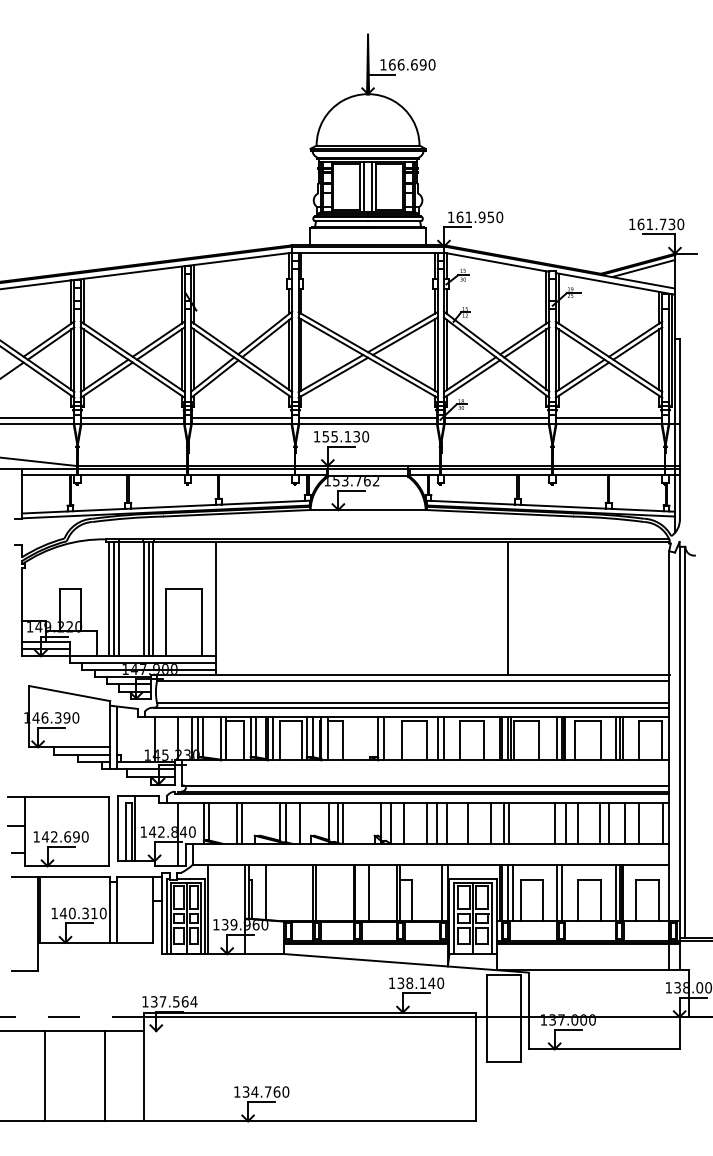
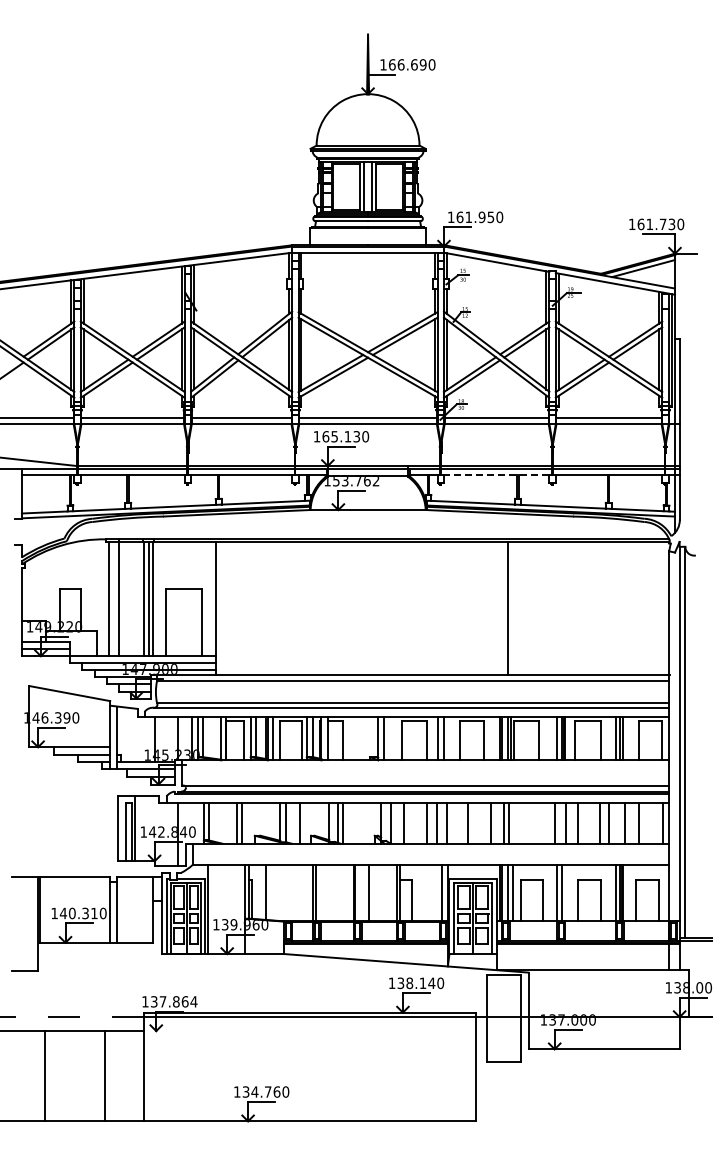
text at (325, 436): 155.130 -> 165.130
line at (496, 475): solid -> dashed
line at (114, 598): present -> none
part at (58, 831): present -> none
text at (176, 1001): 137.564 -> 137.864
